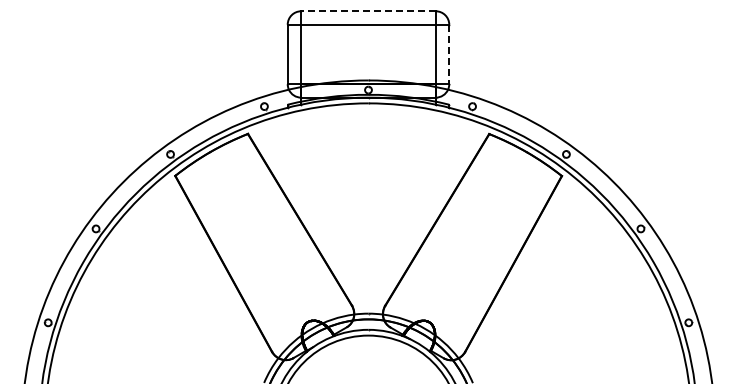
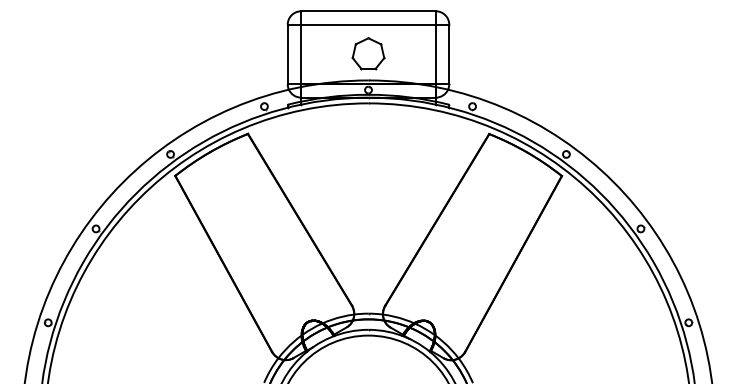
line at (368, 11): dashed -> solid
part at (368, 53): none -> present
line at (449, 54): dashed -> solid
